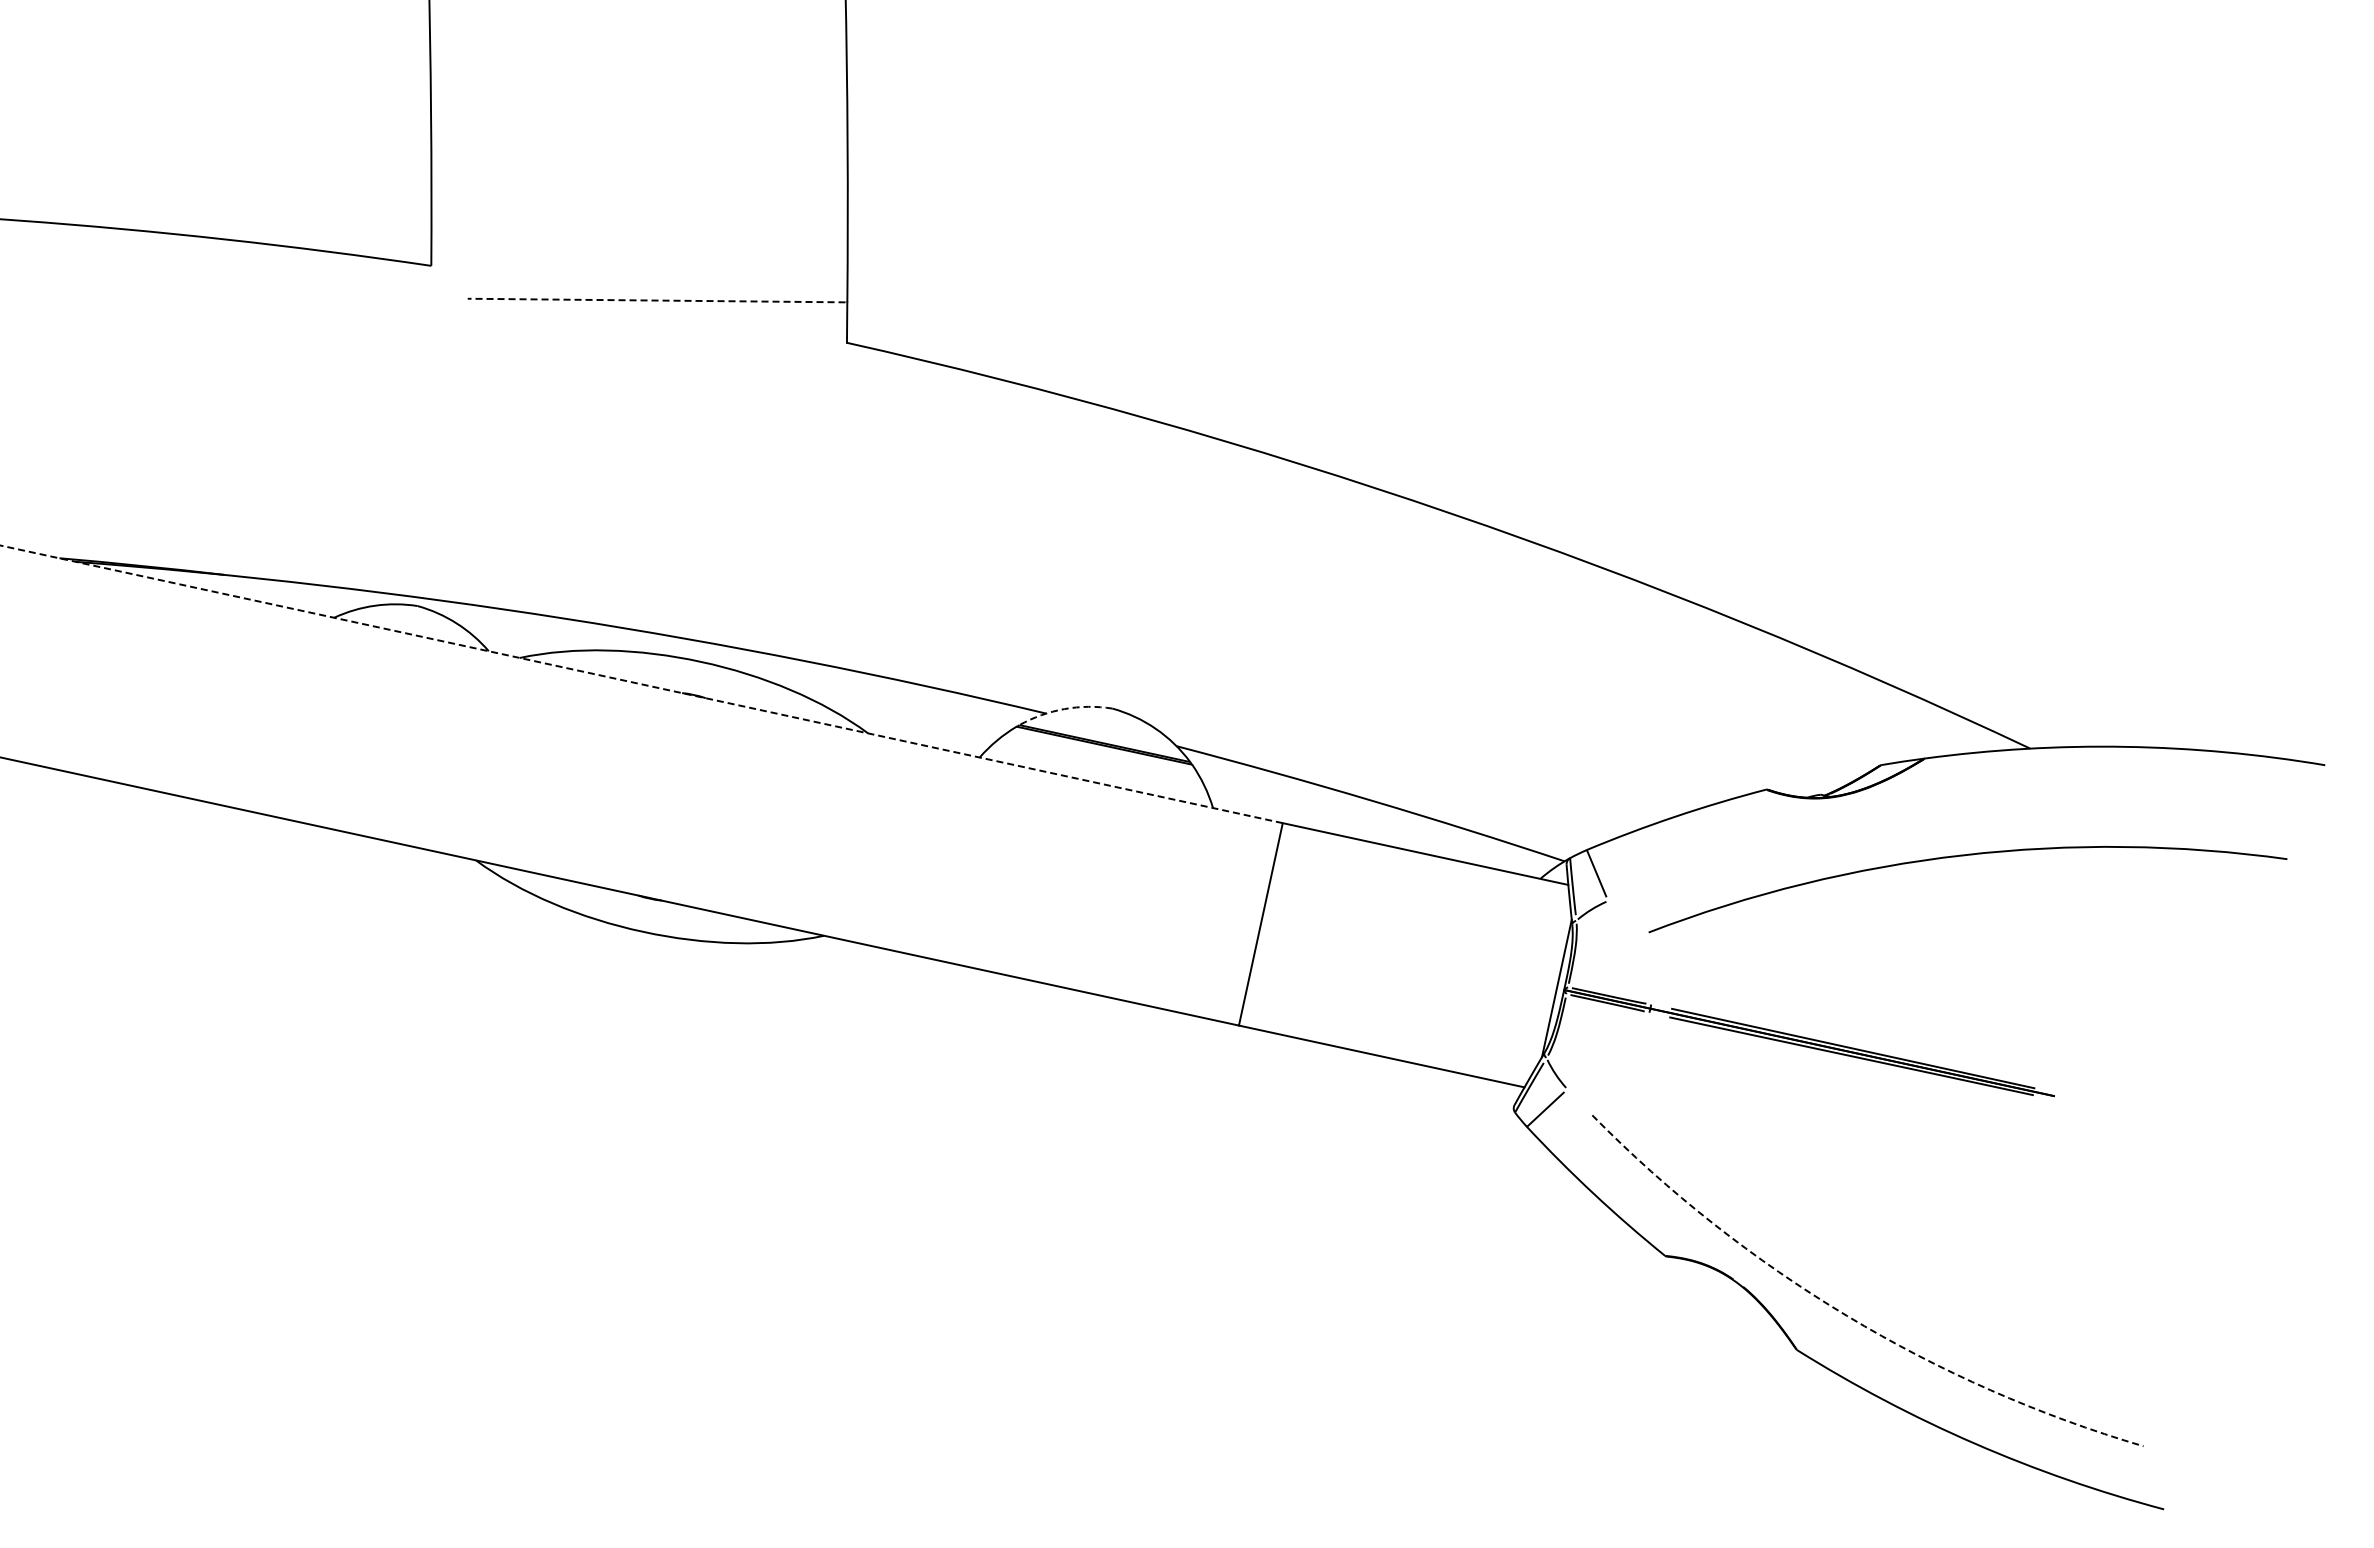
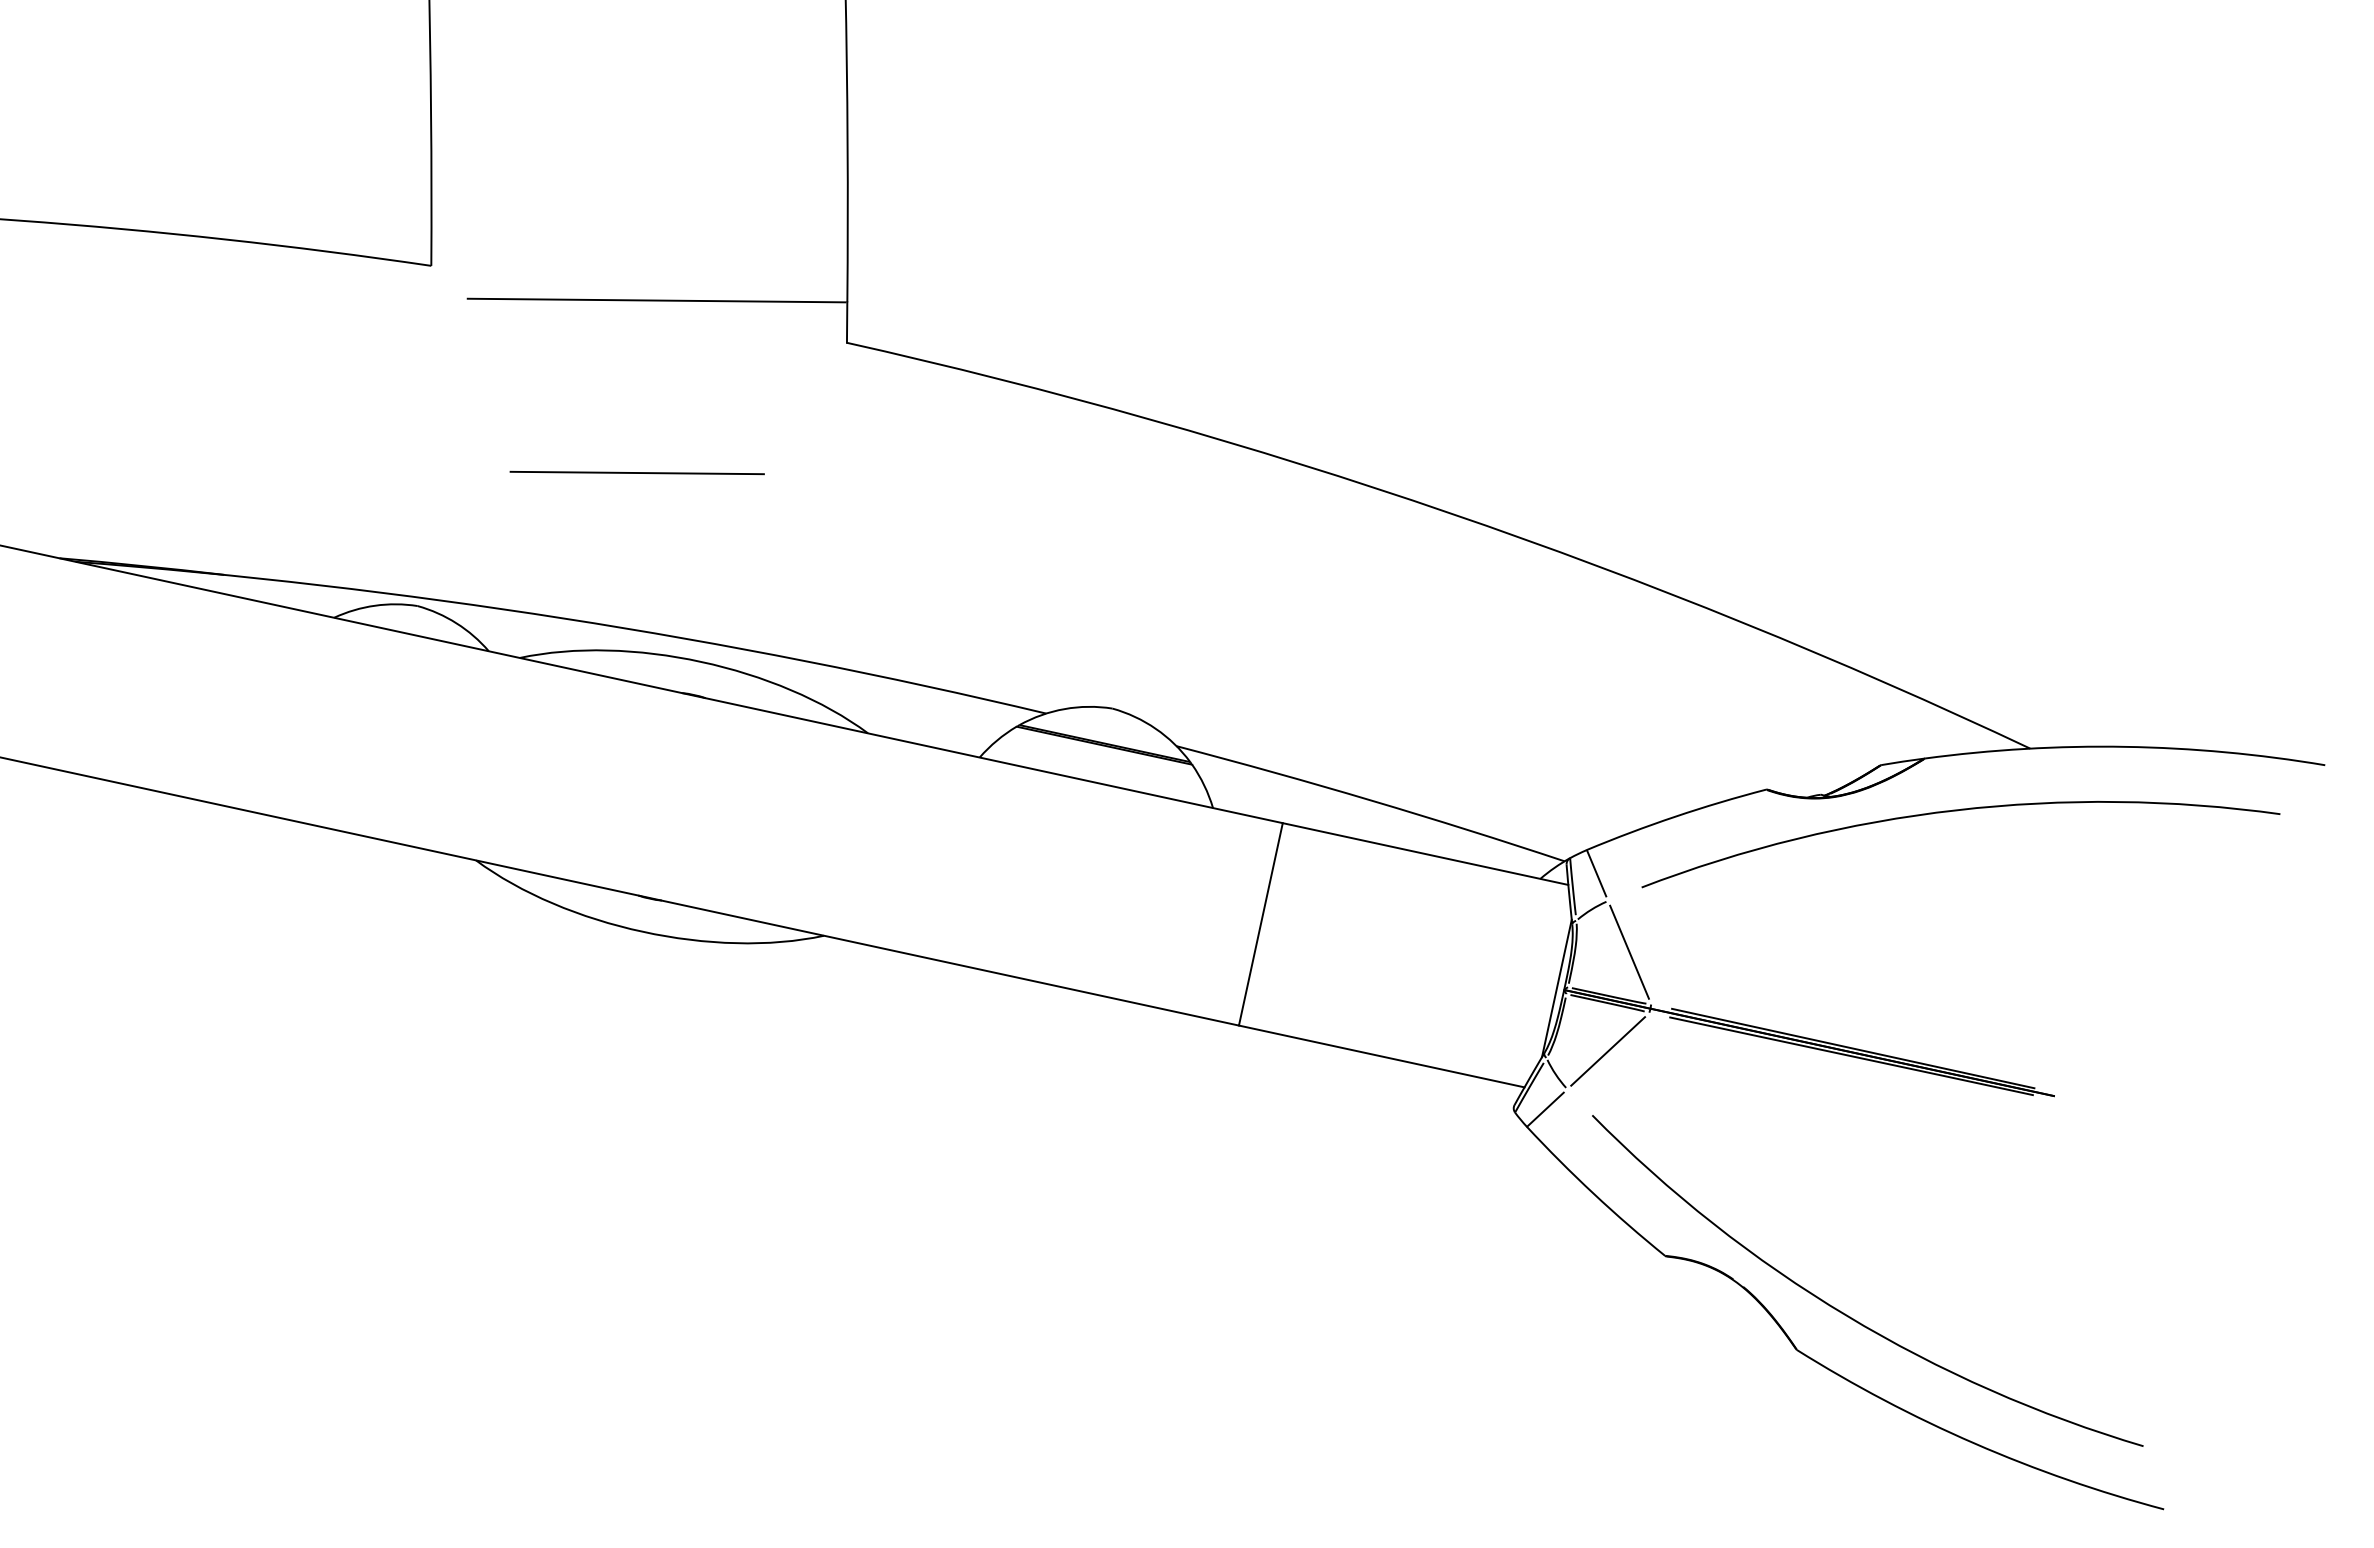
line at (656, 300): dashed -> solid
line at (636, 472): none -> present
line at (640, 684): dashed -> solid
arc at (1064, 709): dashed -> solid
arc at (1964, 856) position: (1964, 856) -> (1957, 811)
line at (1629, 951): none -> present
line at (1608, 1051): none -> present
arc at (1846, 1315): dashed -> solid
